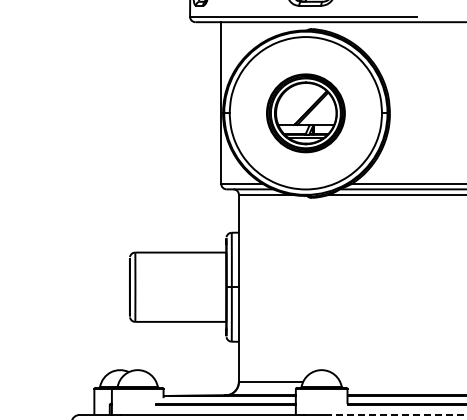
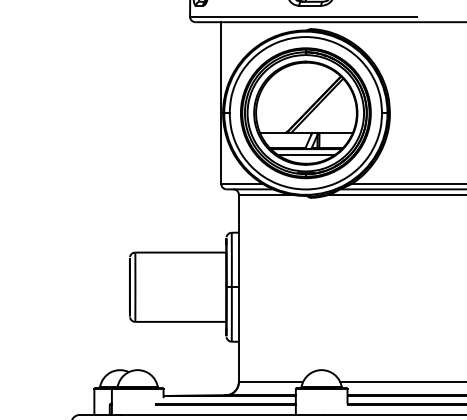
part at (305, 113) size: 80x81 px -> 132x133 px
line at (401, 381): none -> present
line at (396, 414): dashed -> solid
